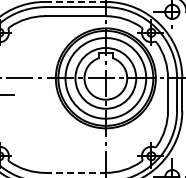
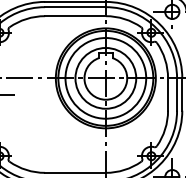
line at (75, 1): dashed -> solid
line at (75, 172): dashed -> solid
